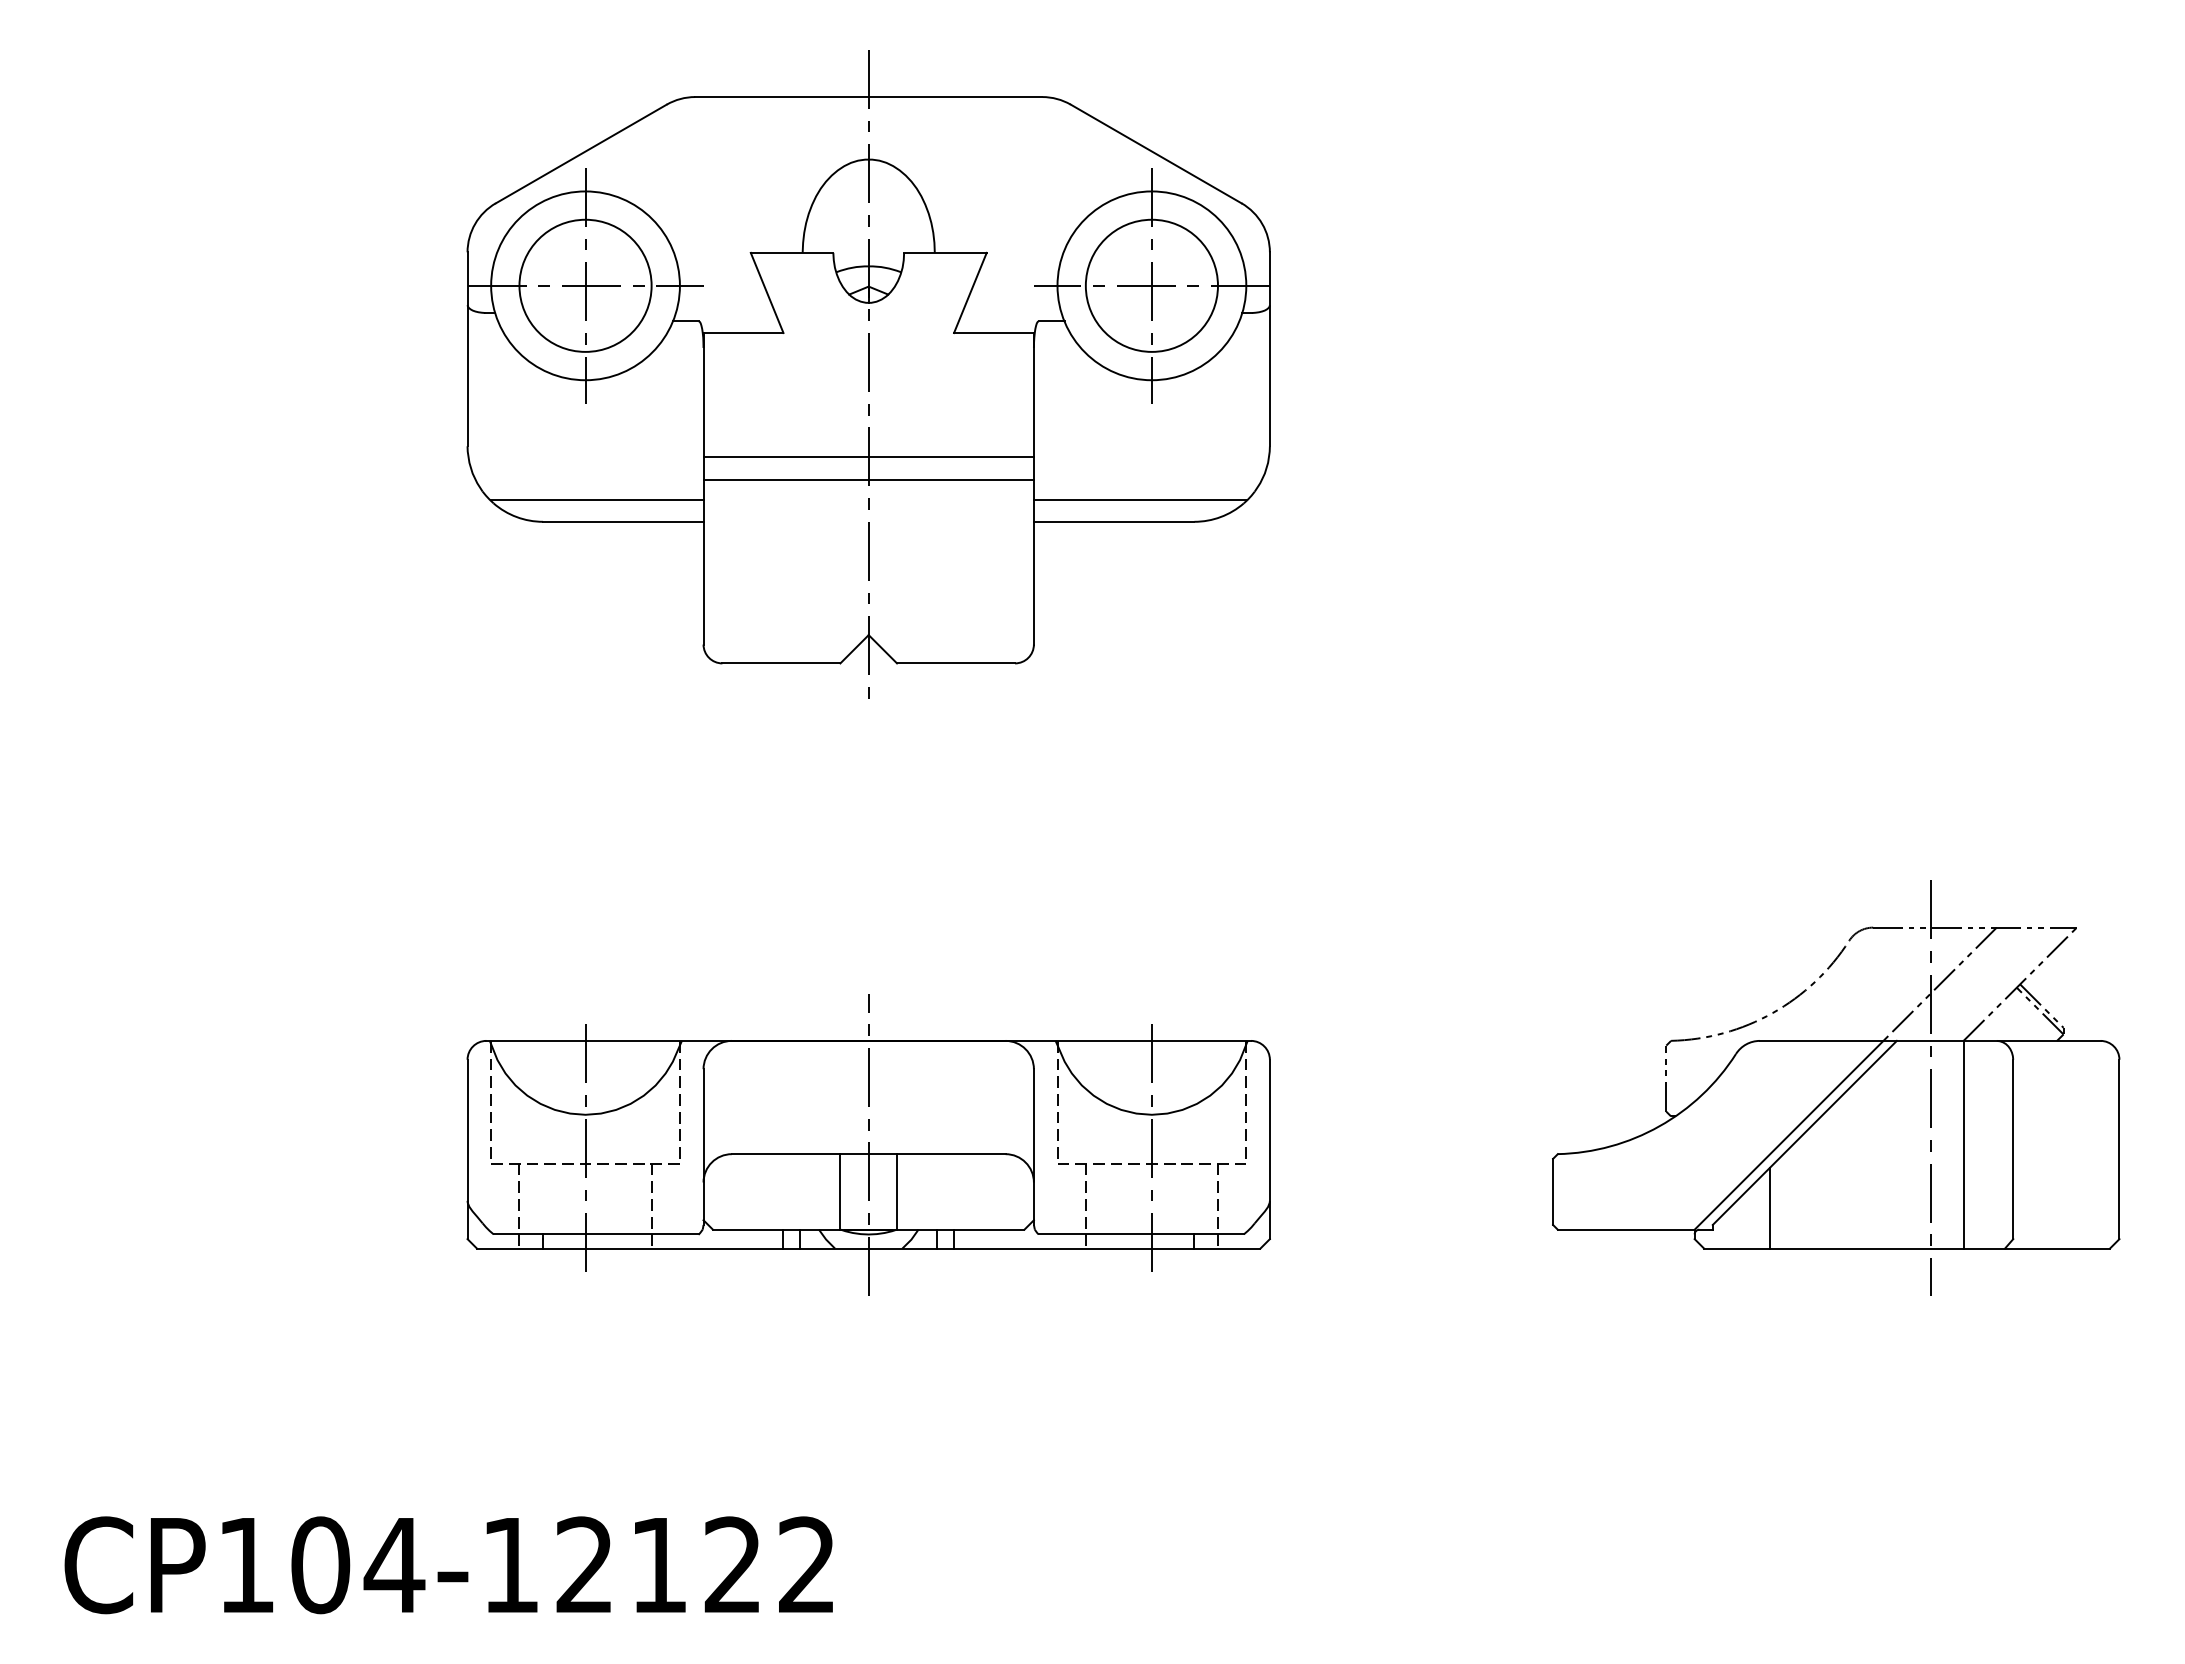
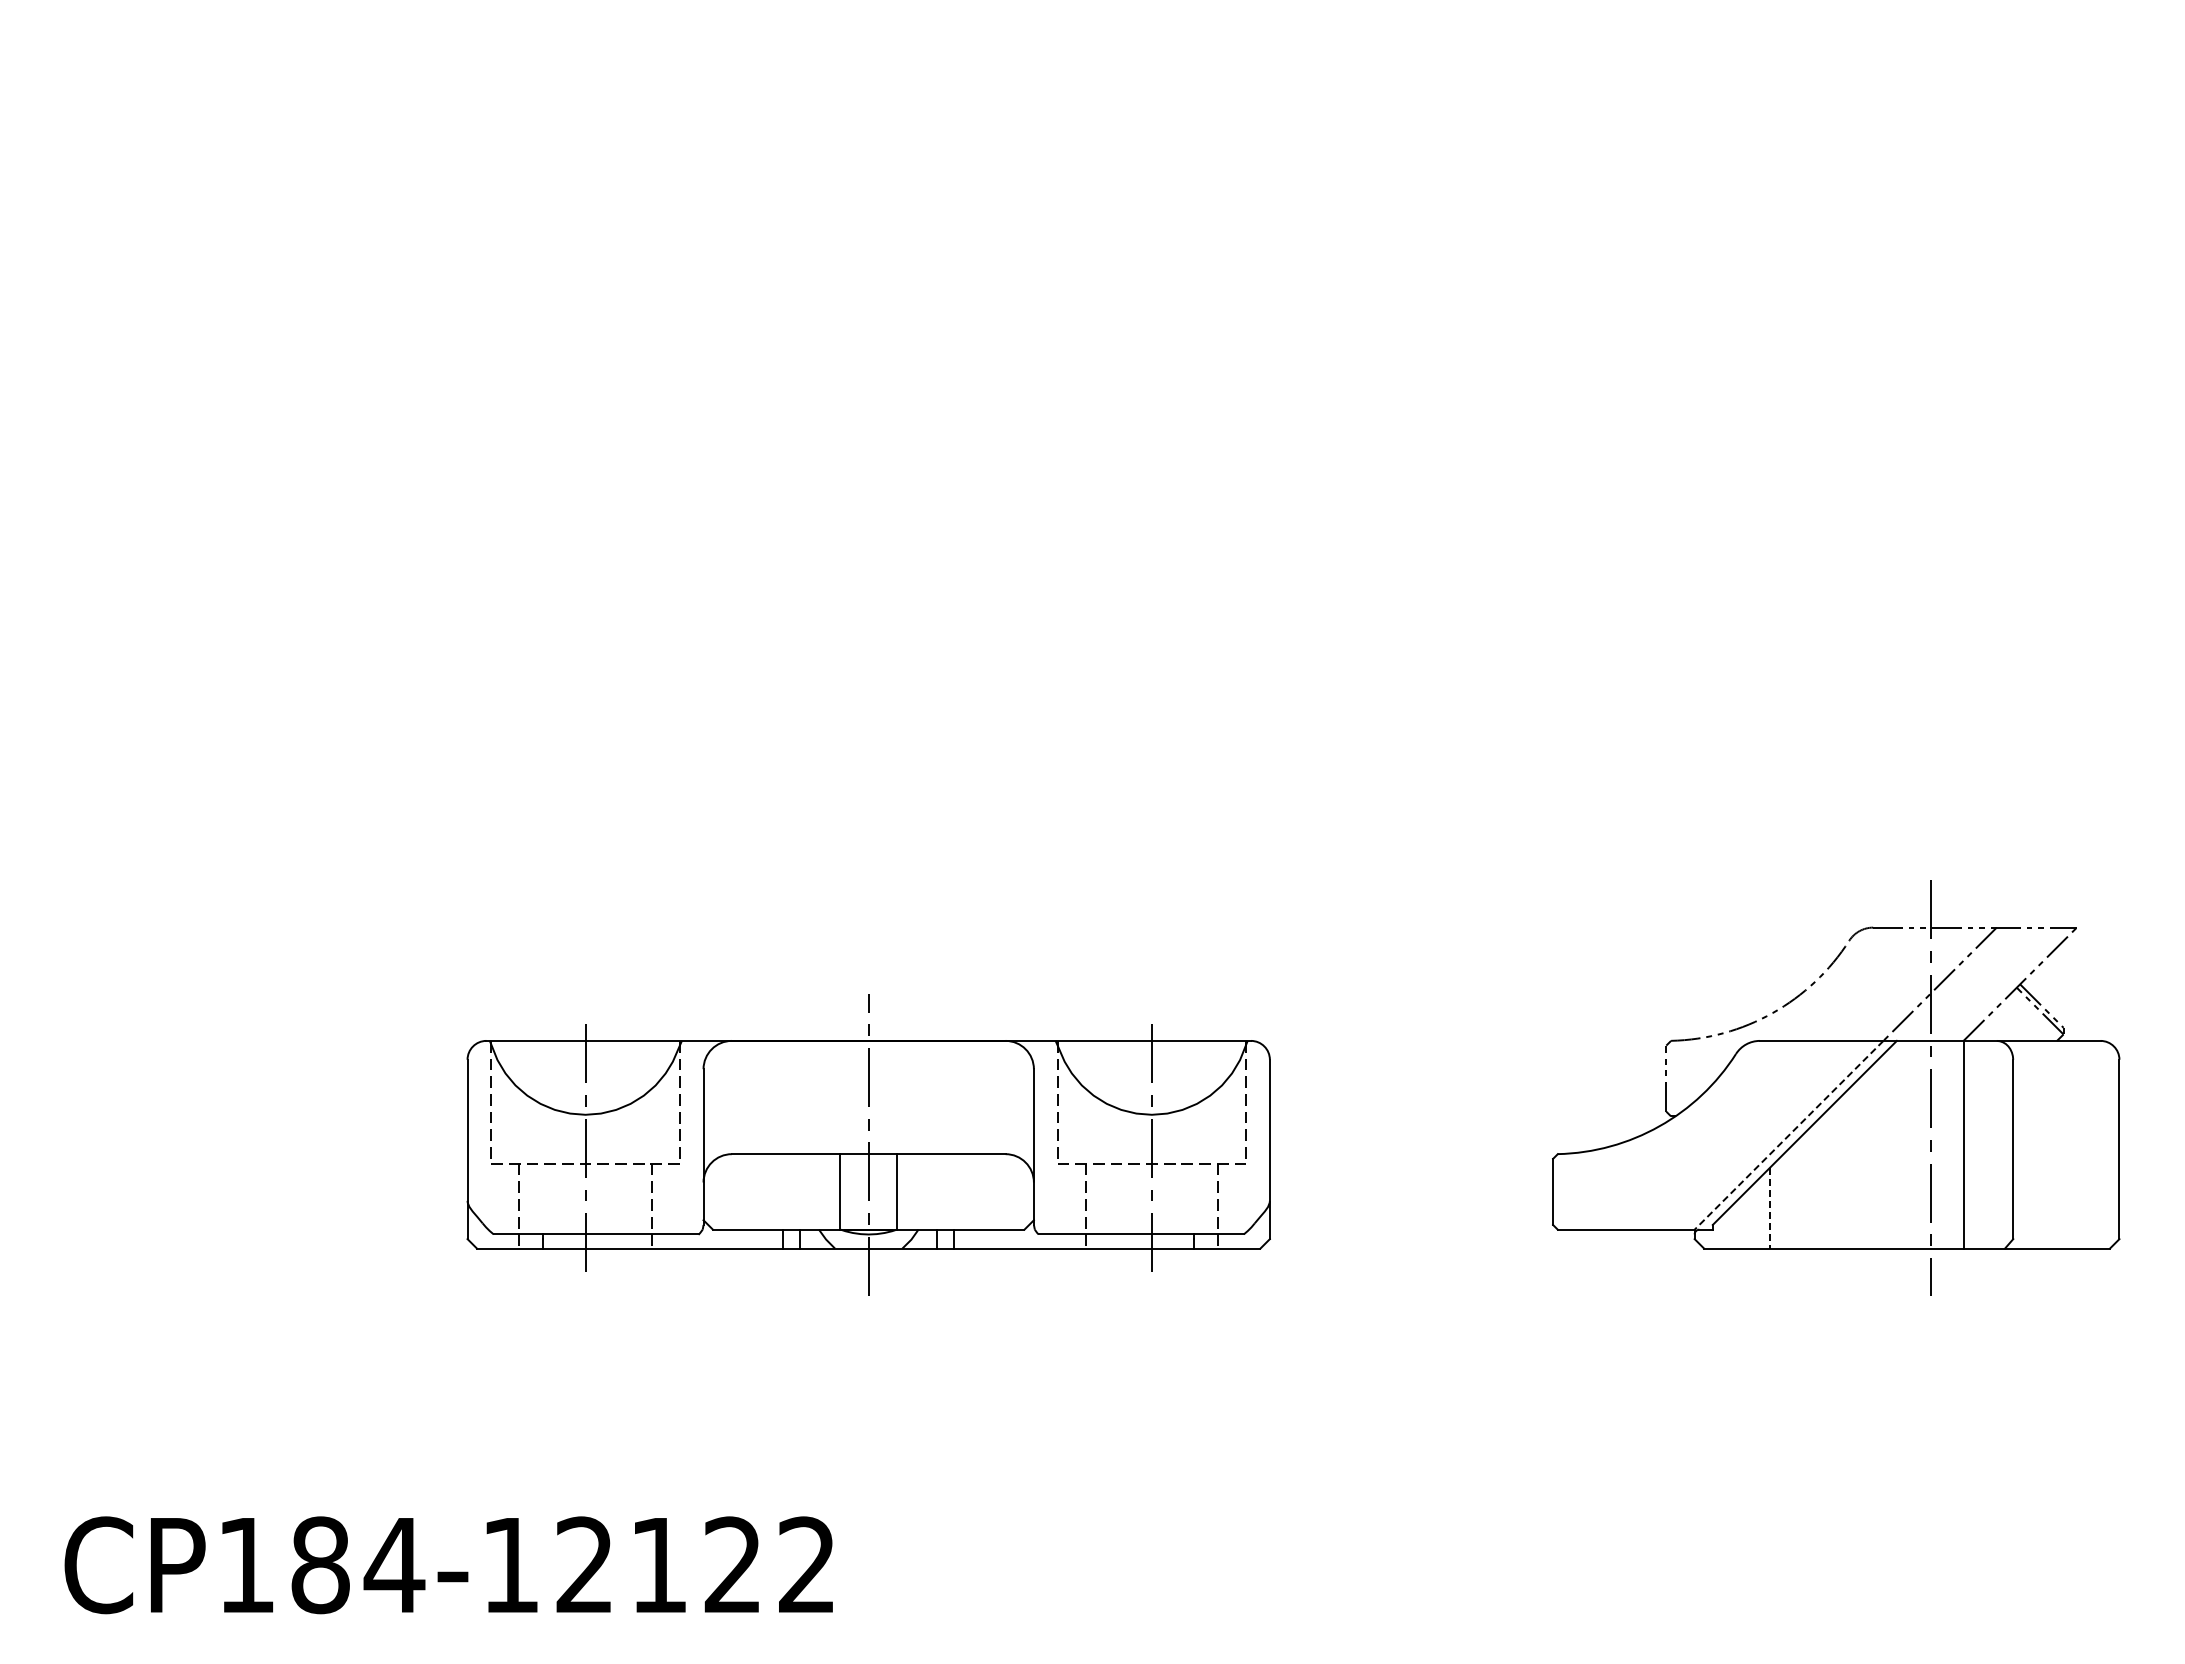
part at (868, 374): present -> none
line at (1788, 1135): solid -> dashed
line at (1770, 1208): solid -> dashed
text at (320, 1564): CP104-12122 -> CP184-12122
